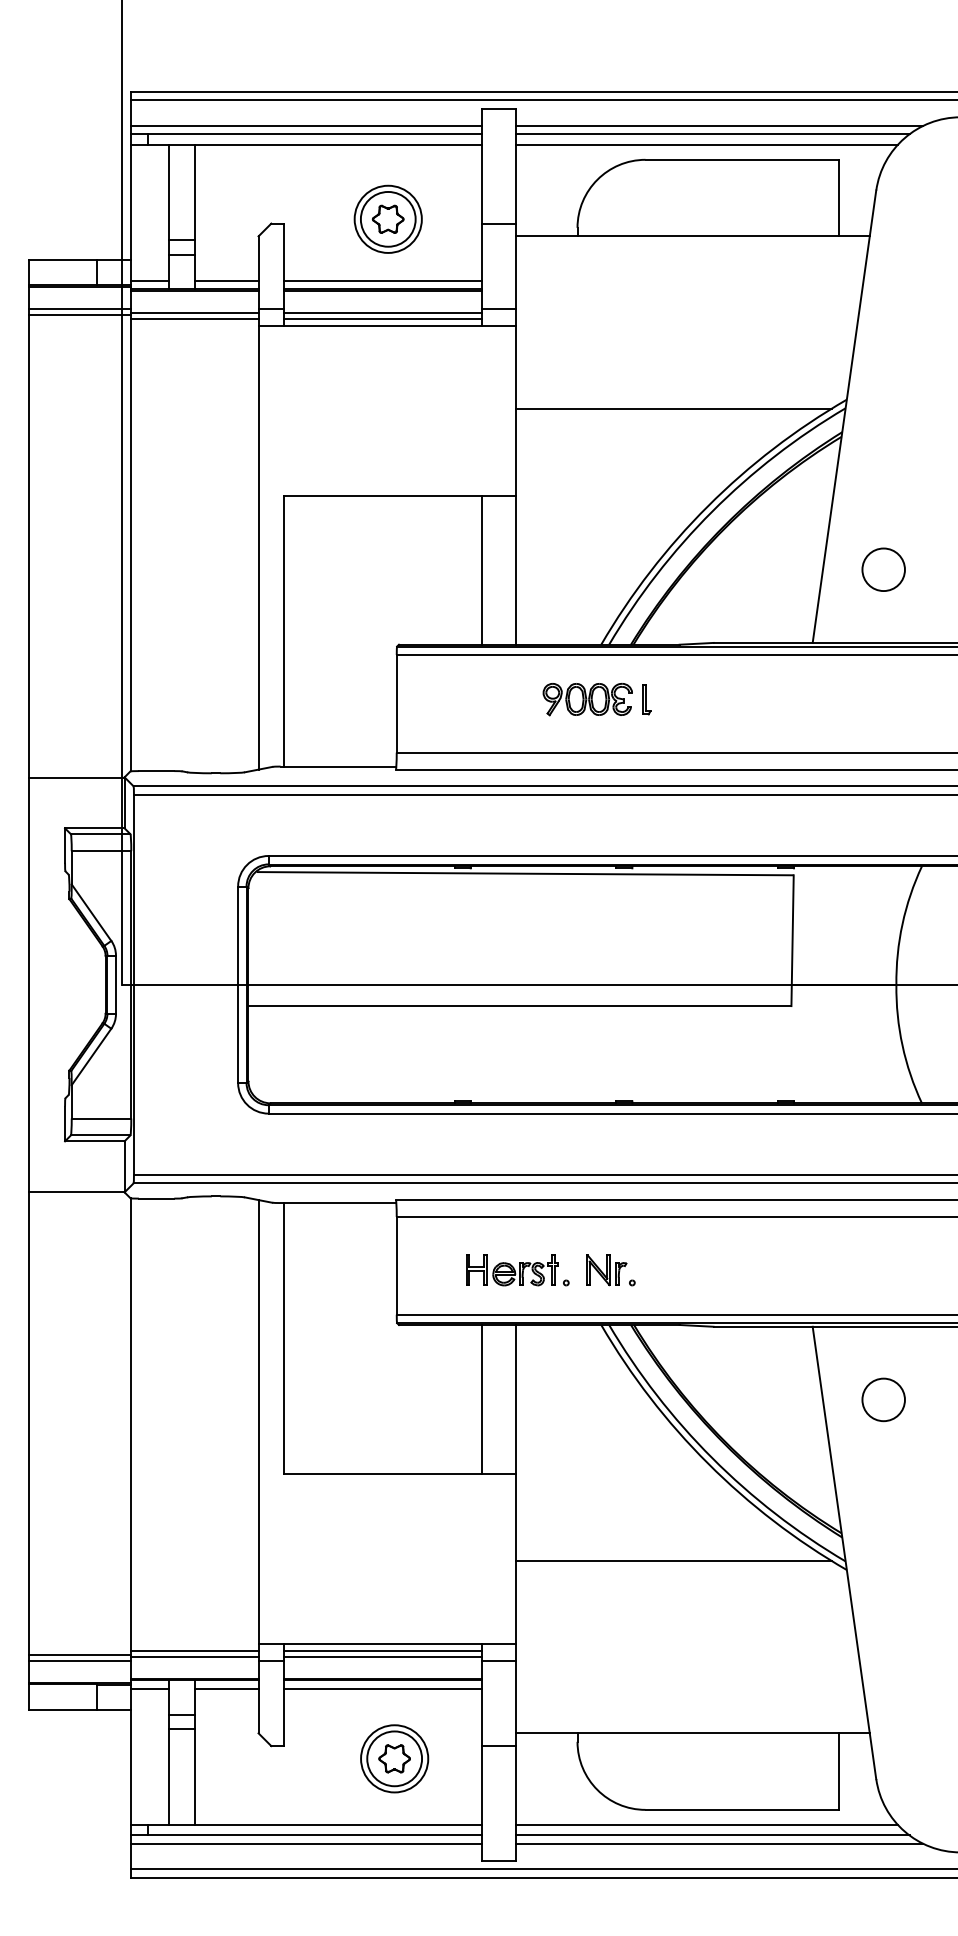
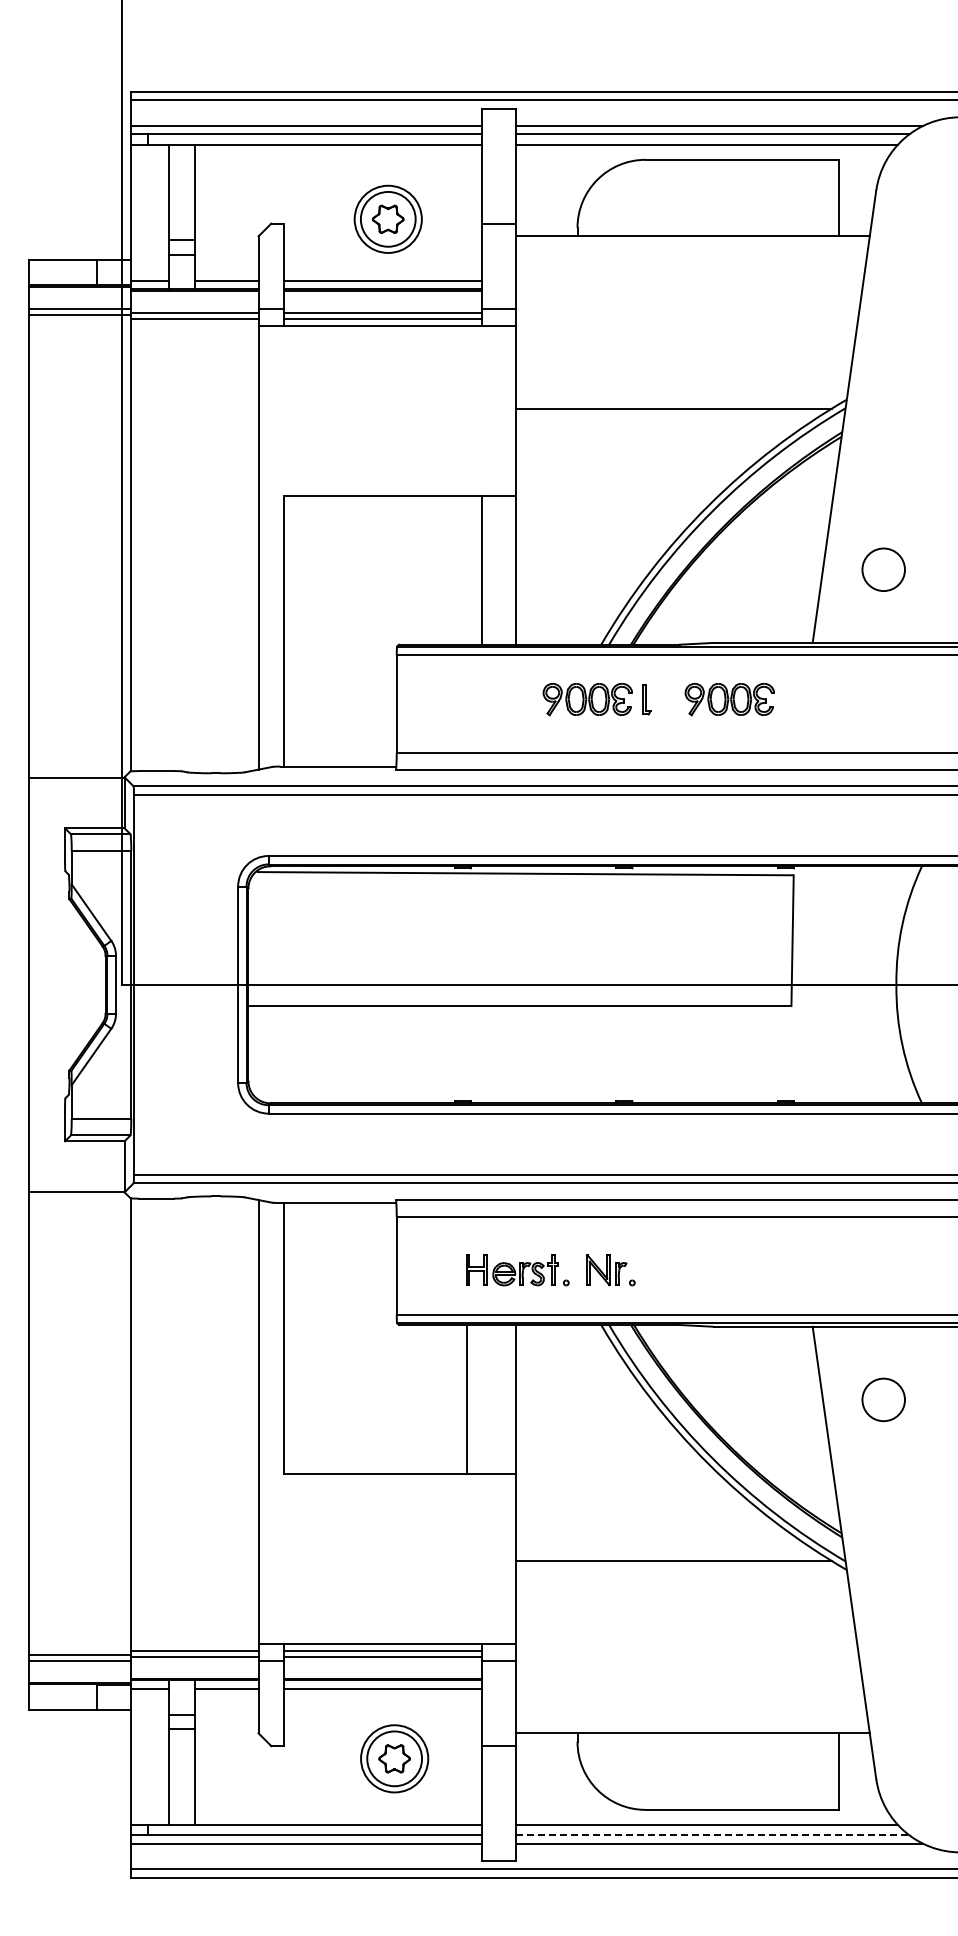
part at (729, 699): none -> present
line at (481, 1398) position: (481, 1398) -> (466, 1398)
line at (712, 1835): solid -> dashed
